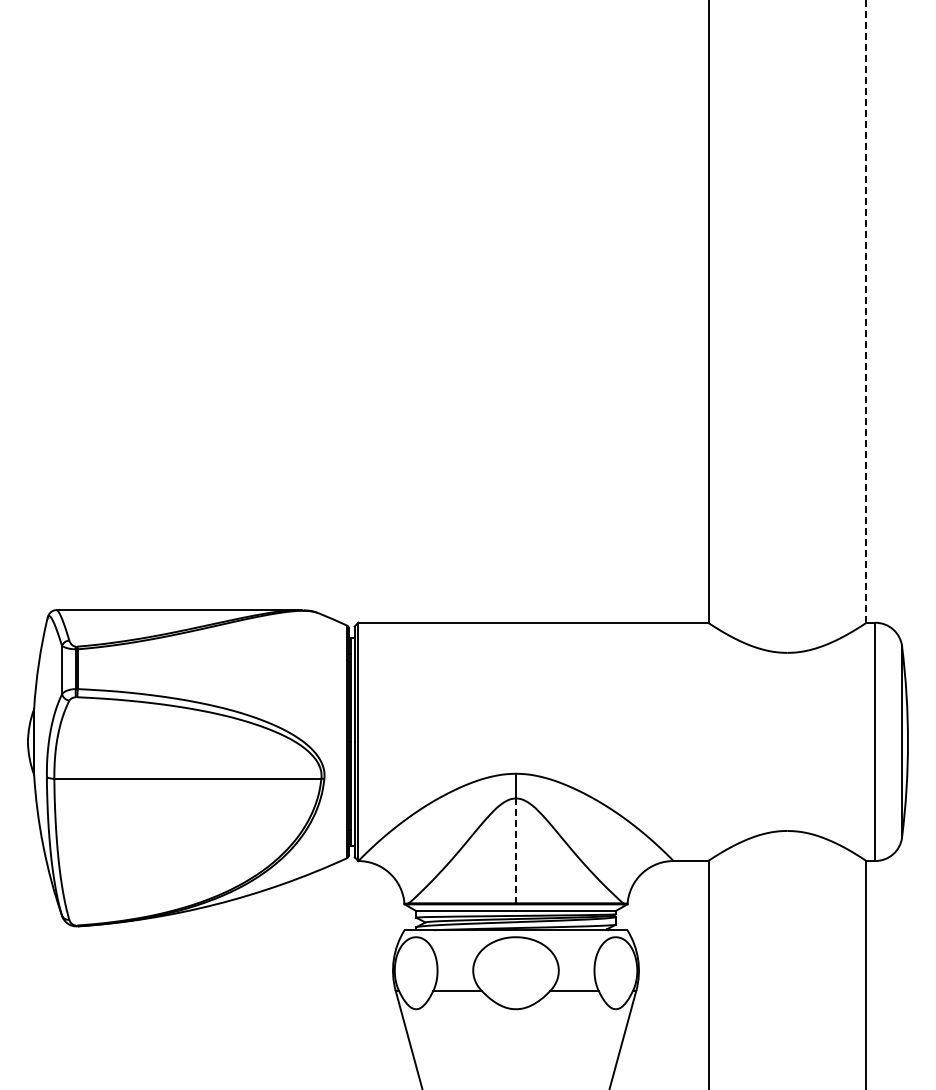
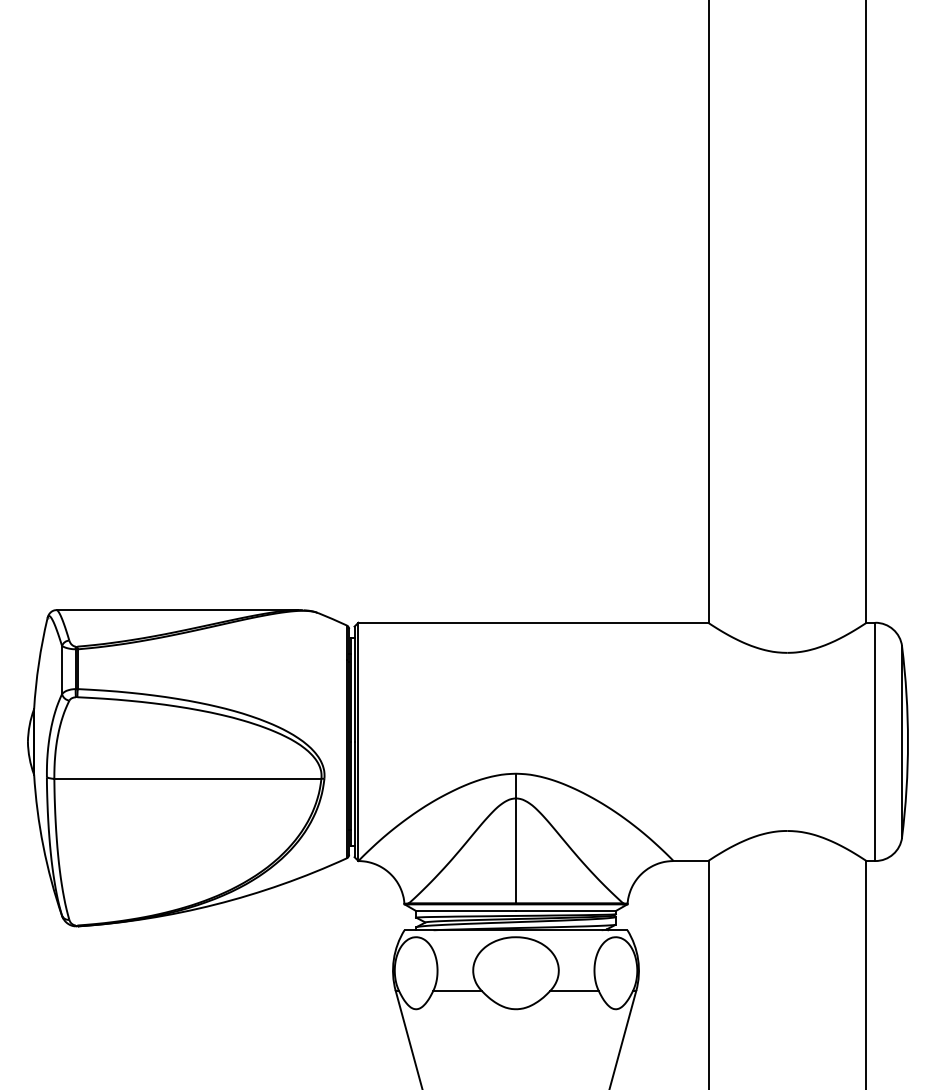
line at (866, 311): dashed -> solid
line at (515, 851): dashed -> solid
